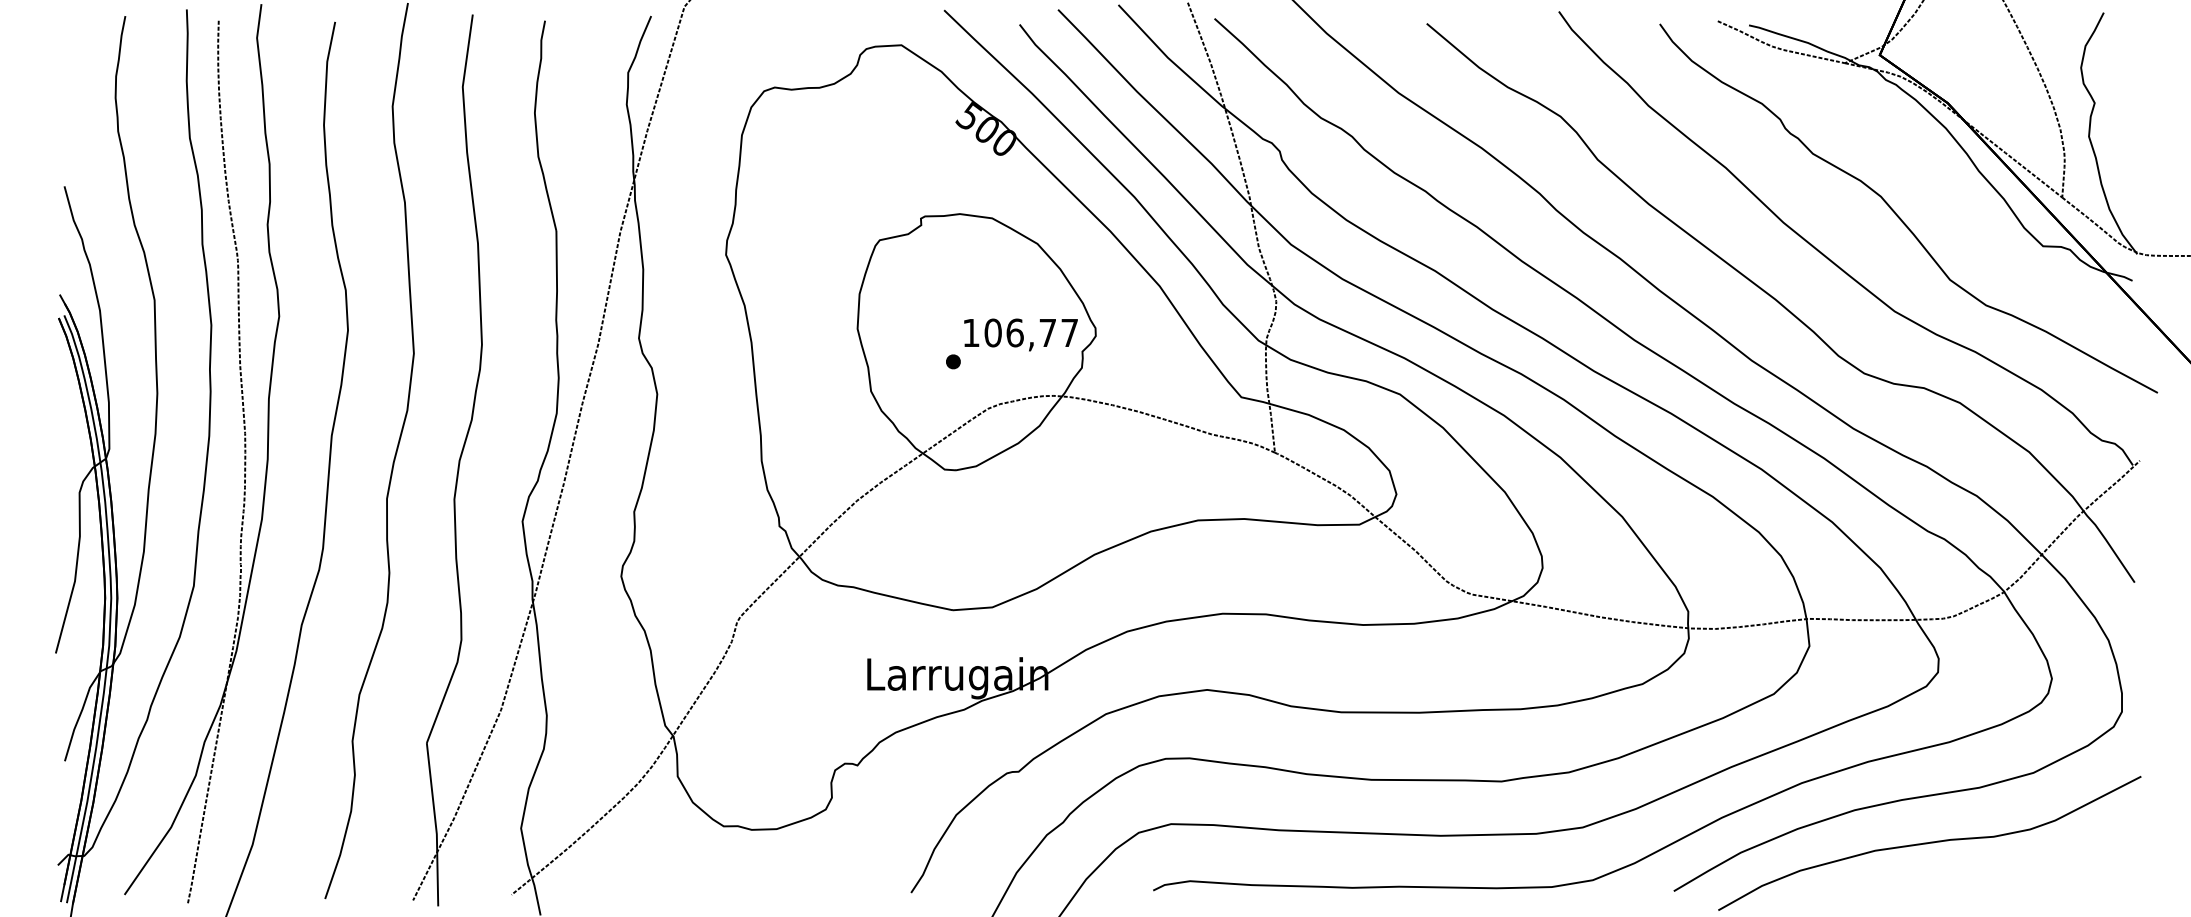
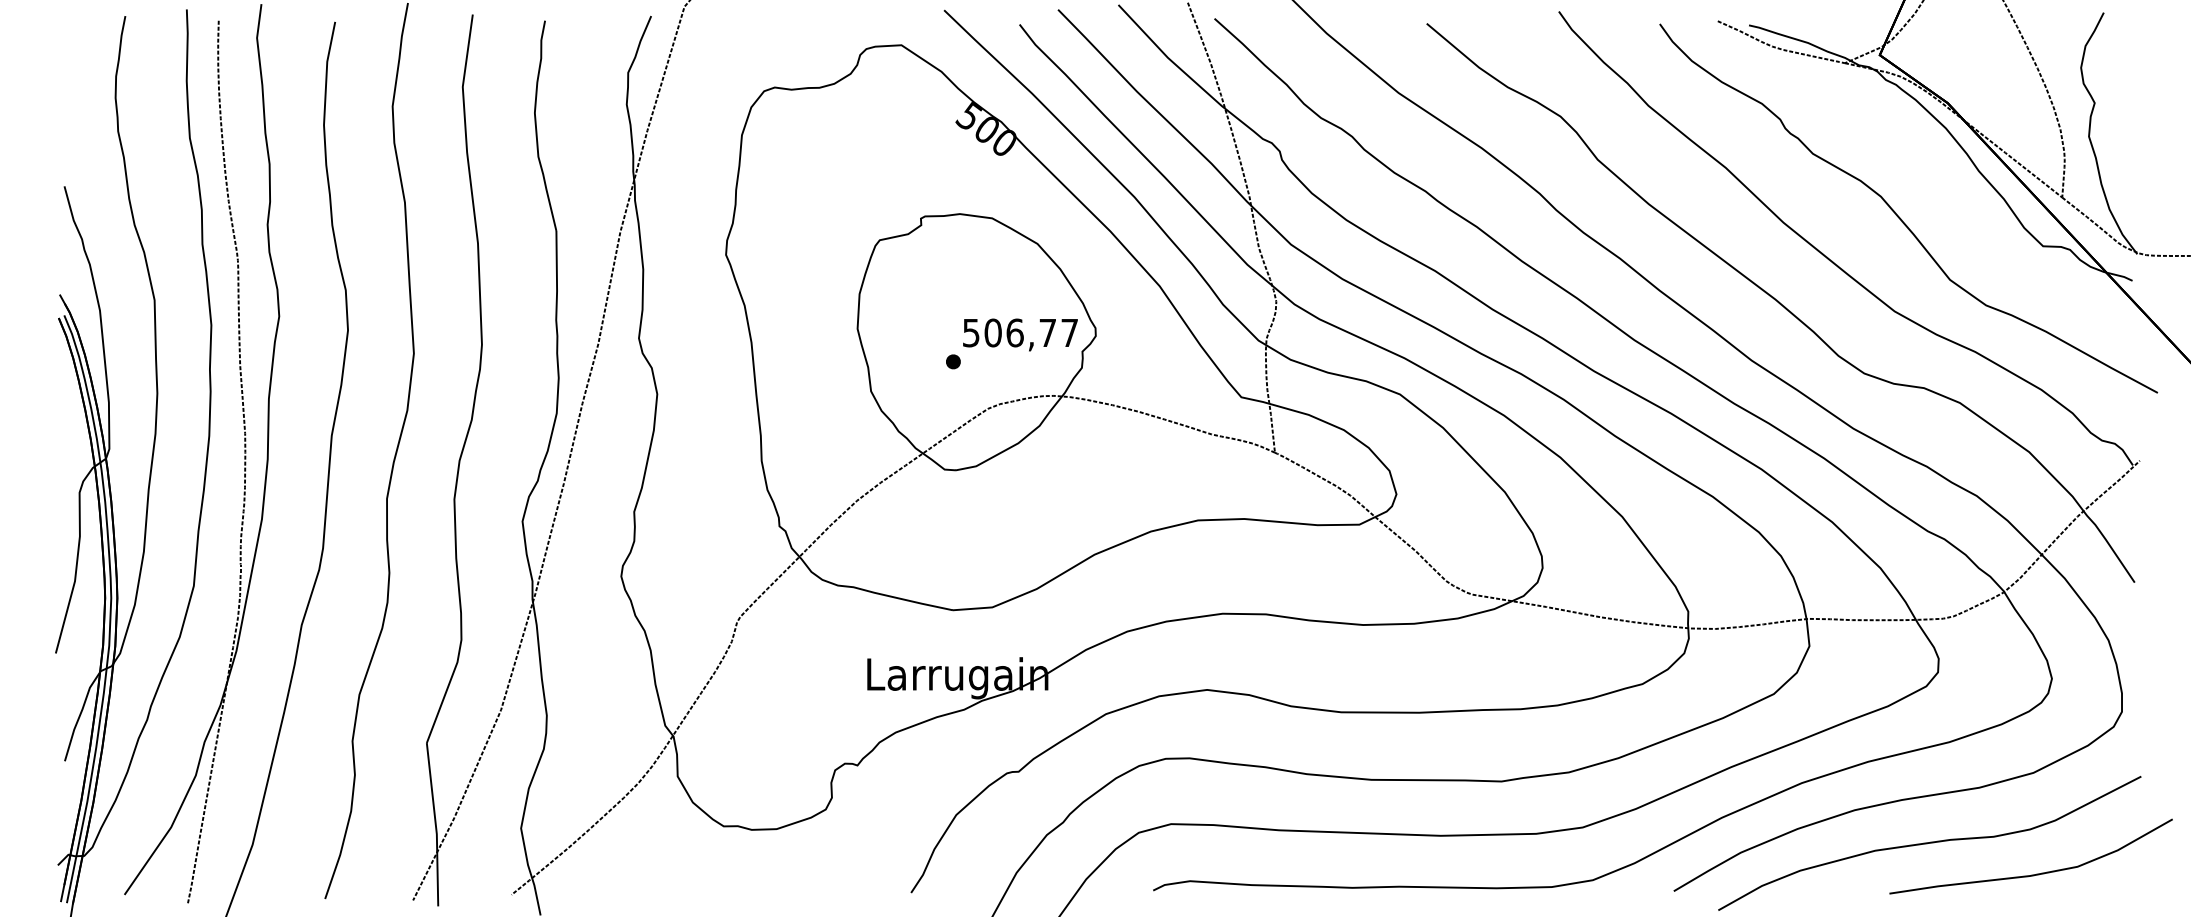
text at (971, 333): 106,77 -> 506,77
curve at (2036, 873): none -> present
